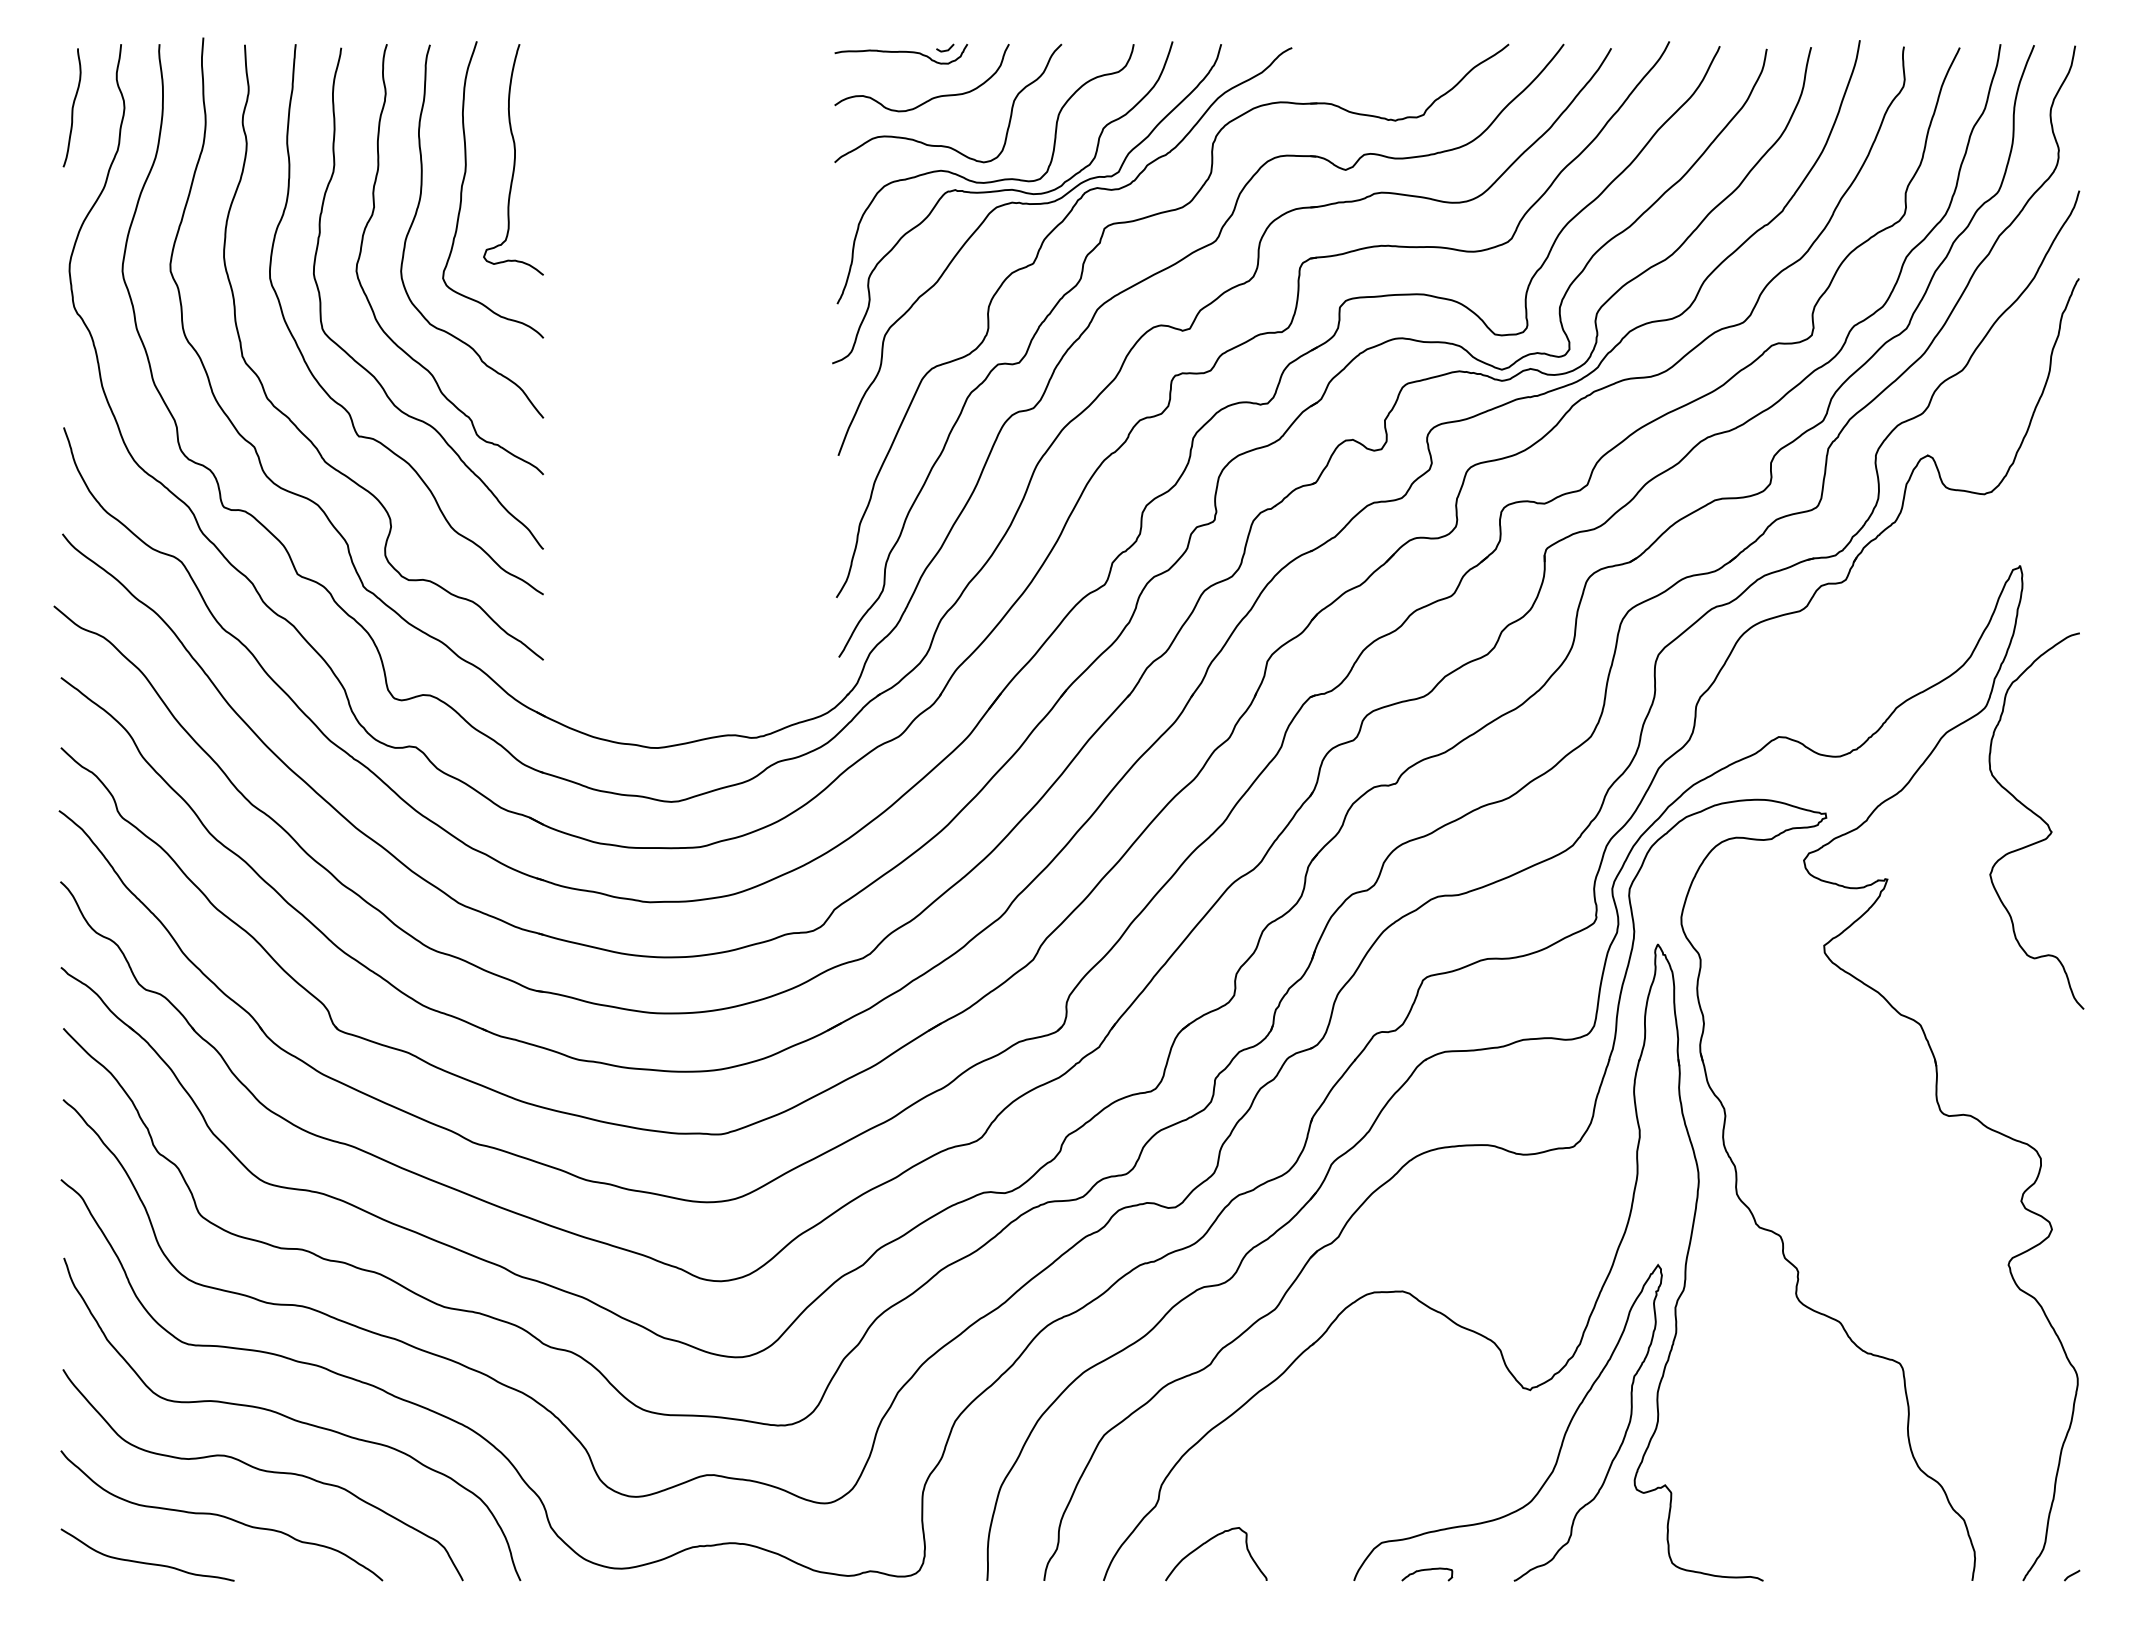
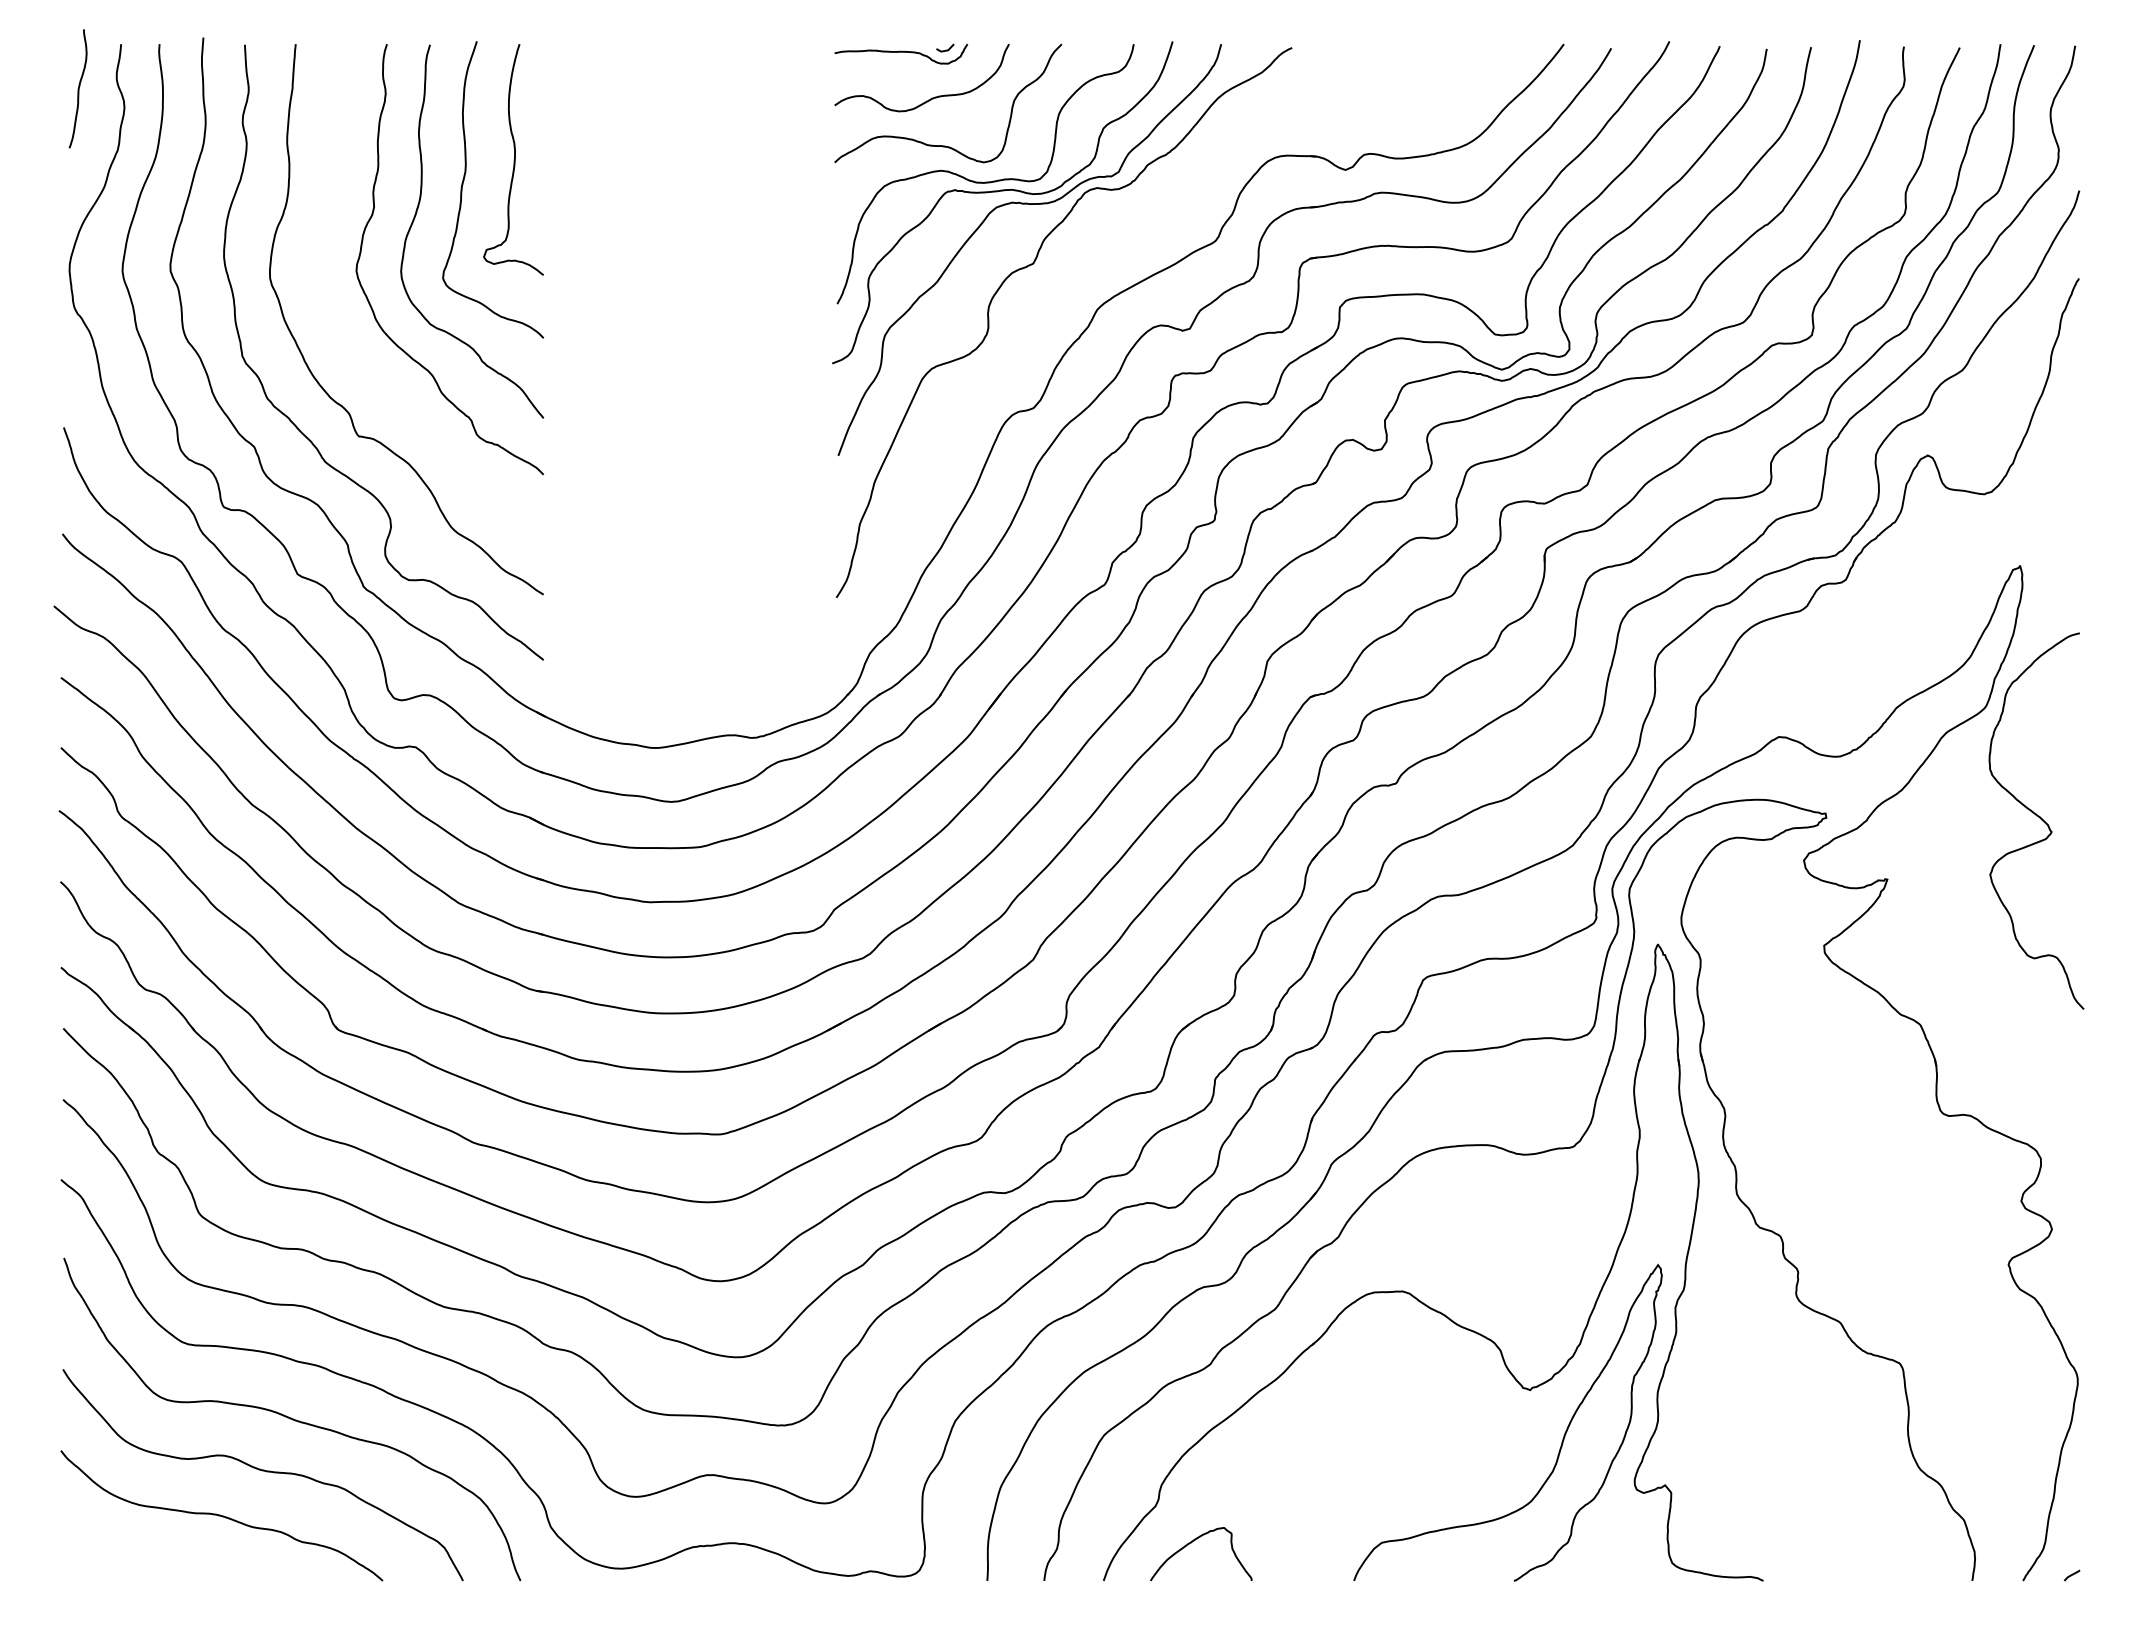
curve at (71, 107) position: (71, 107) -> (77, 88)
part at (1078, 284): present -> none
curve at (366, 368): present -> none
curve at (1209, 1541) position: (1209, 1541) -> (1194, 1541)
curve at (147, 1562): present -> none
curve at (1427, 1570): present -> none
